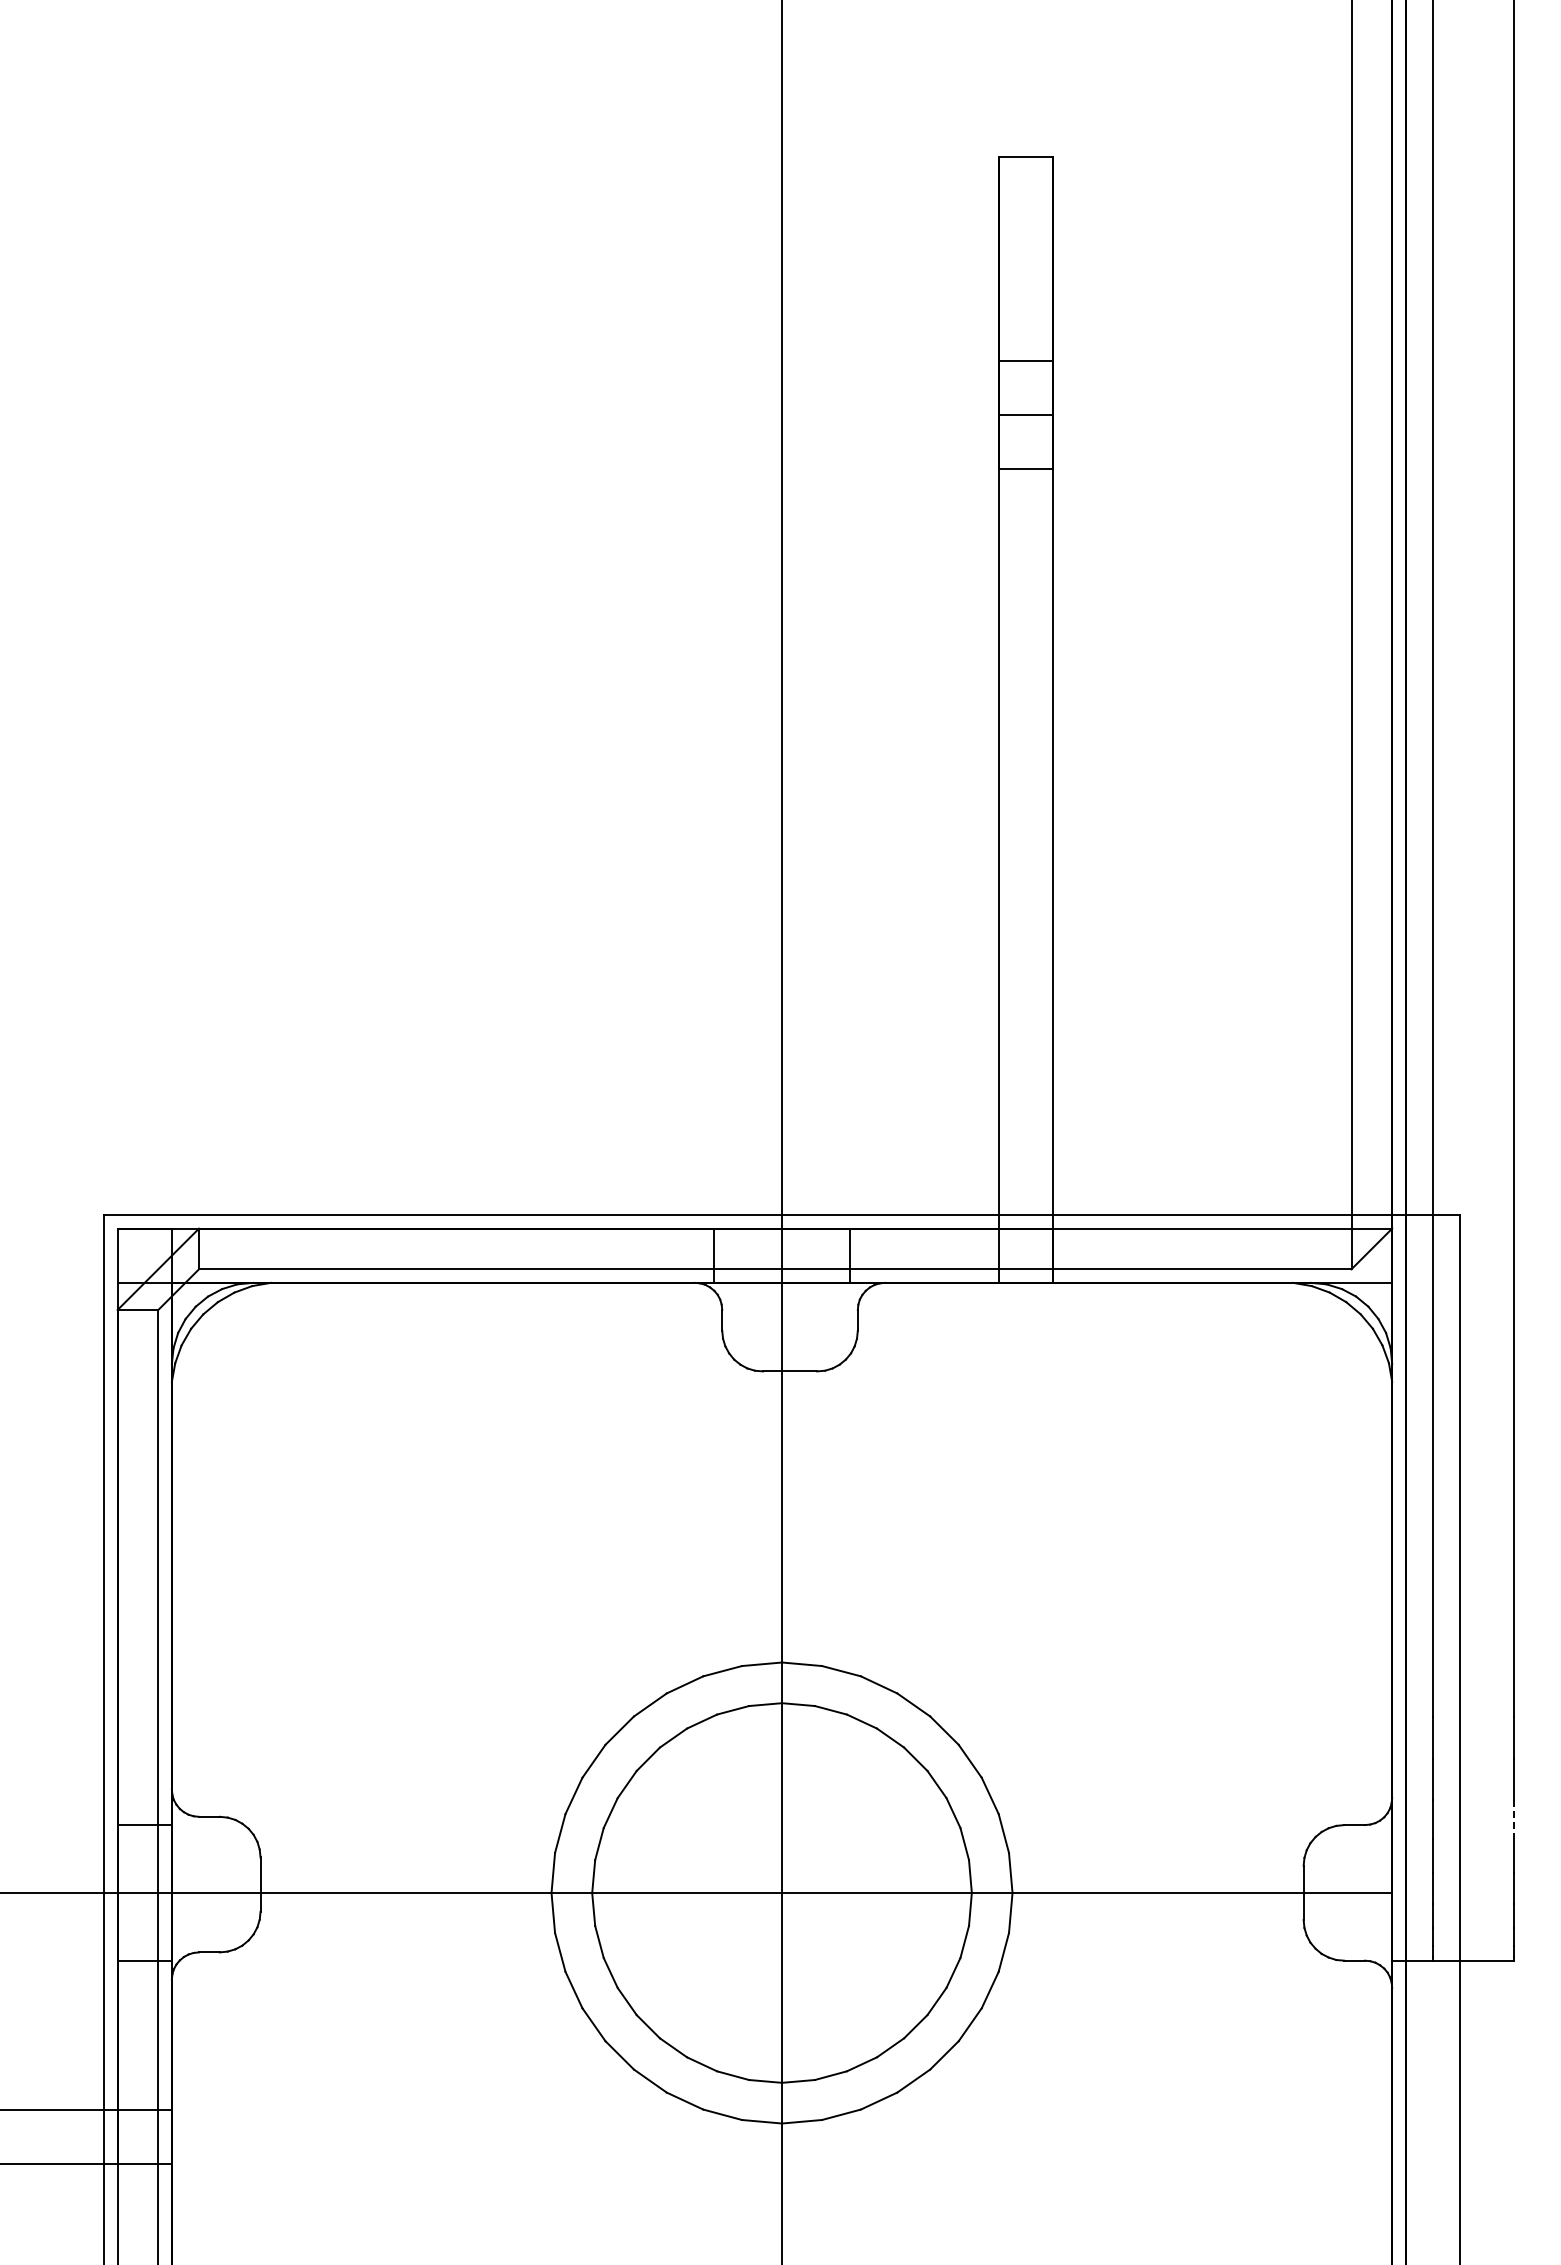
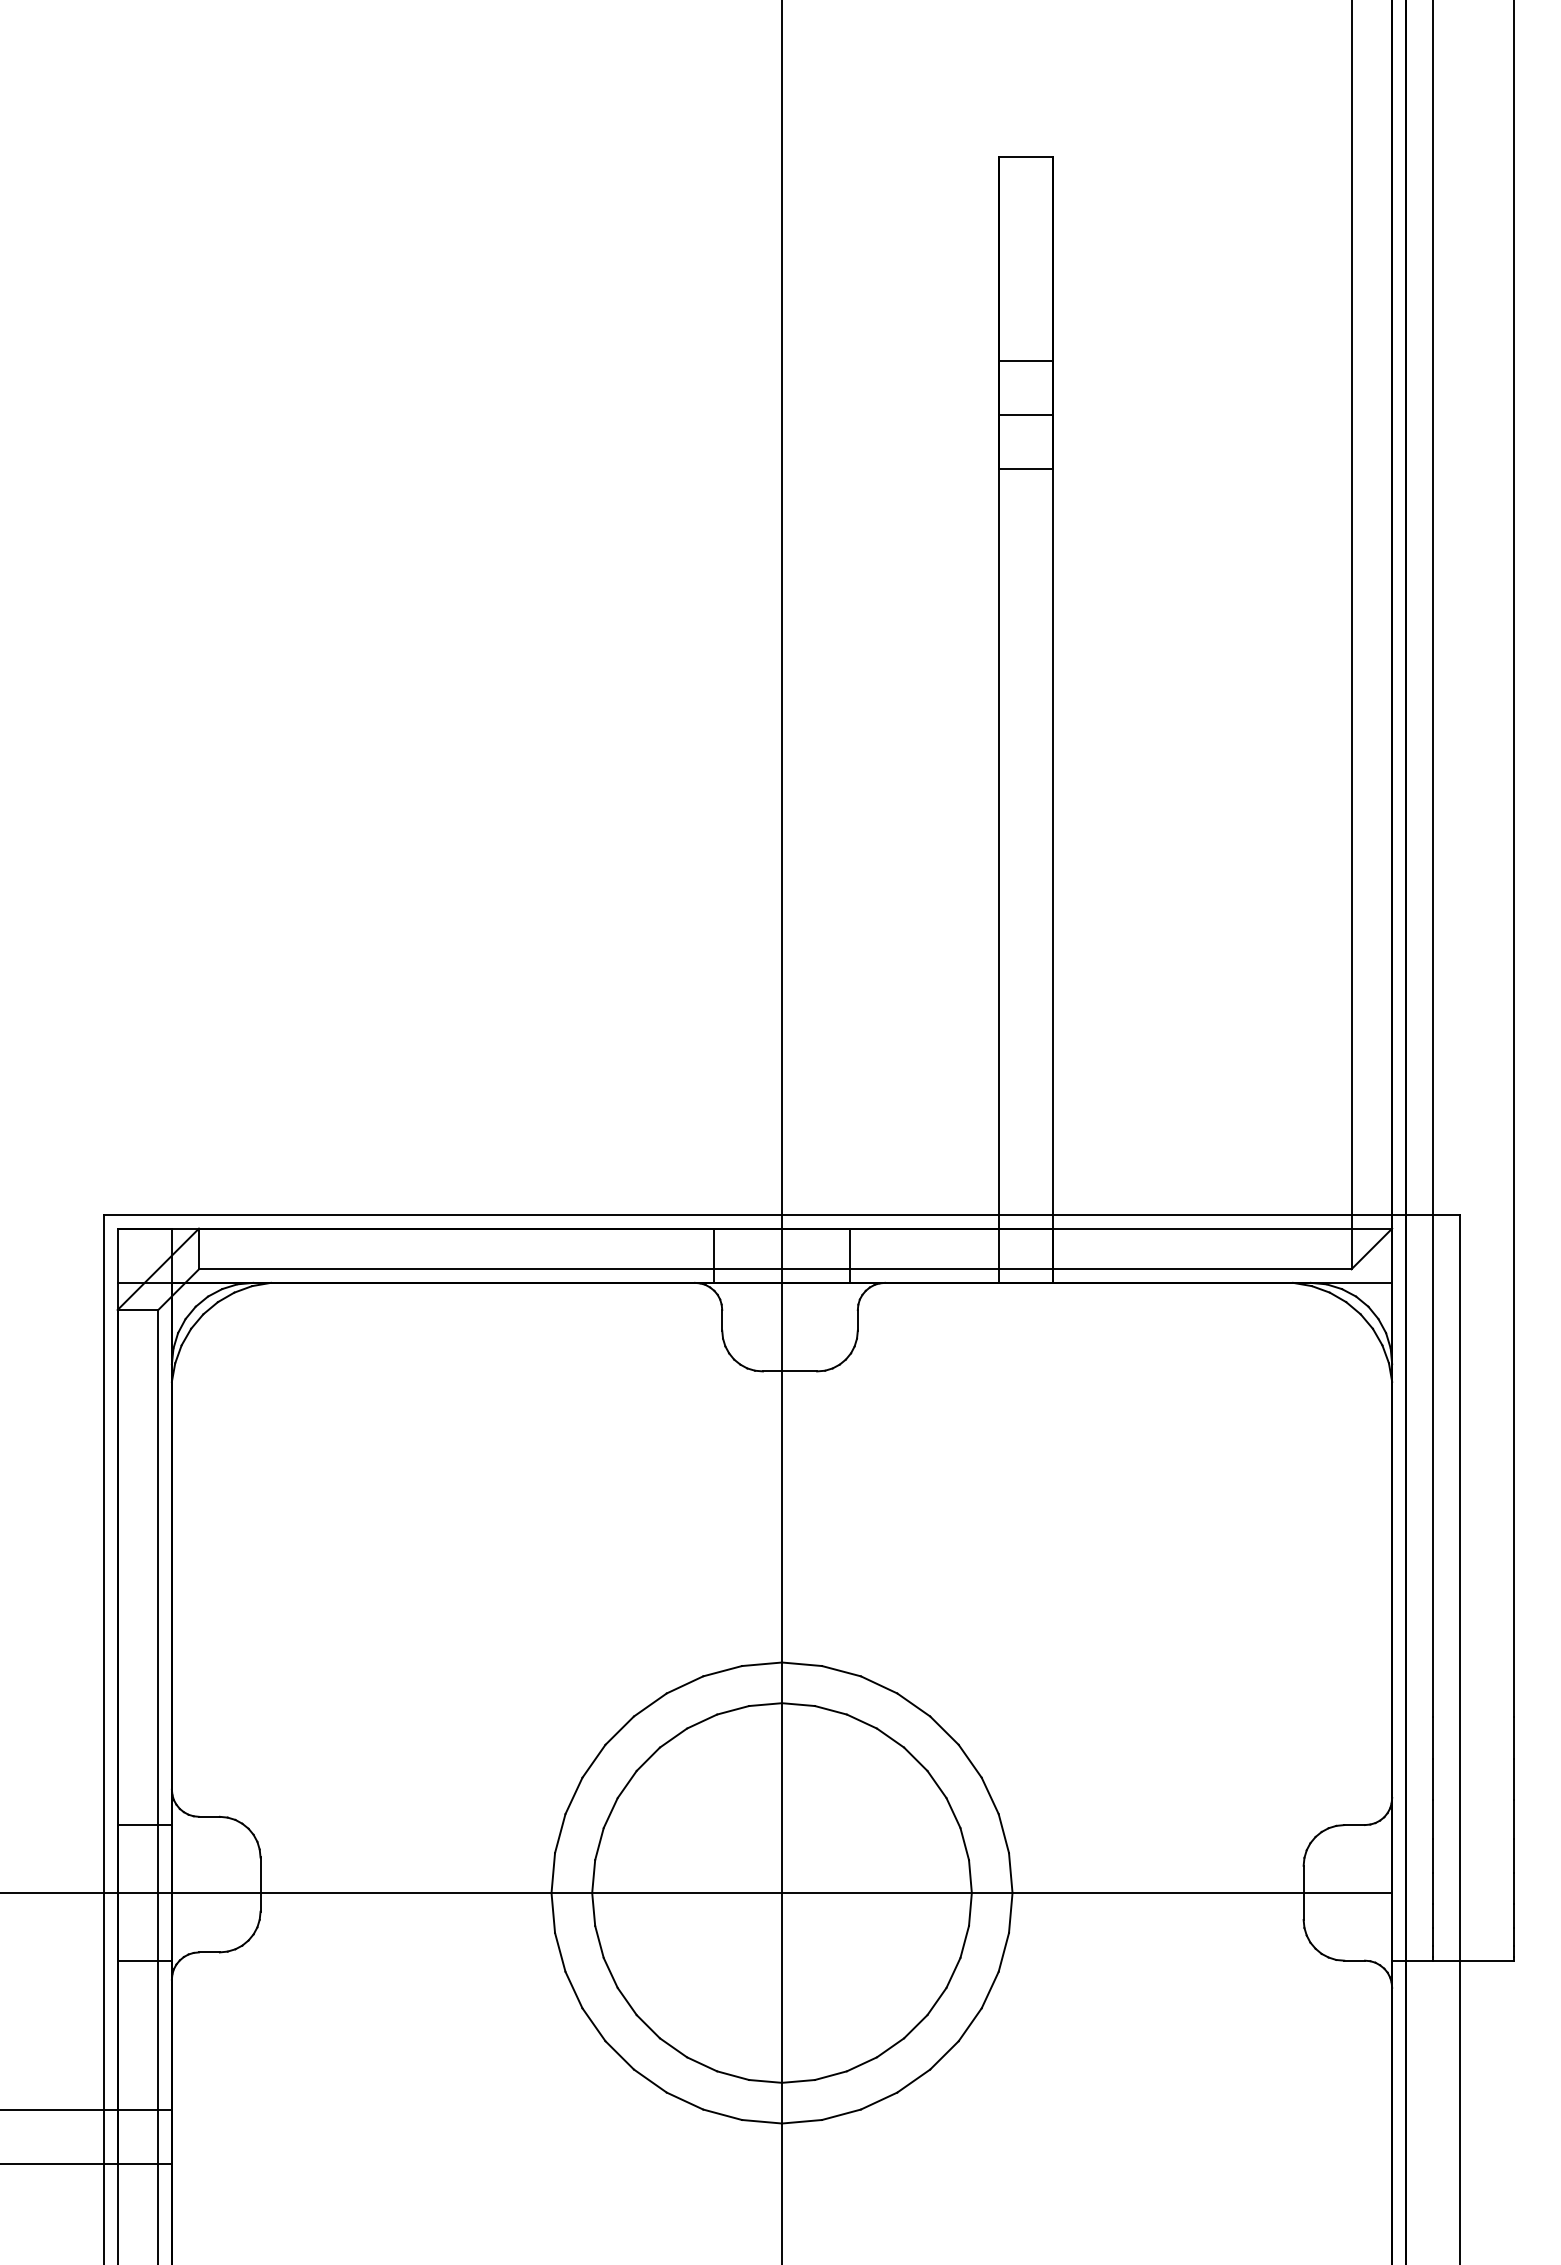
line at (1514, 1819): dashed -> solid
